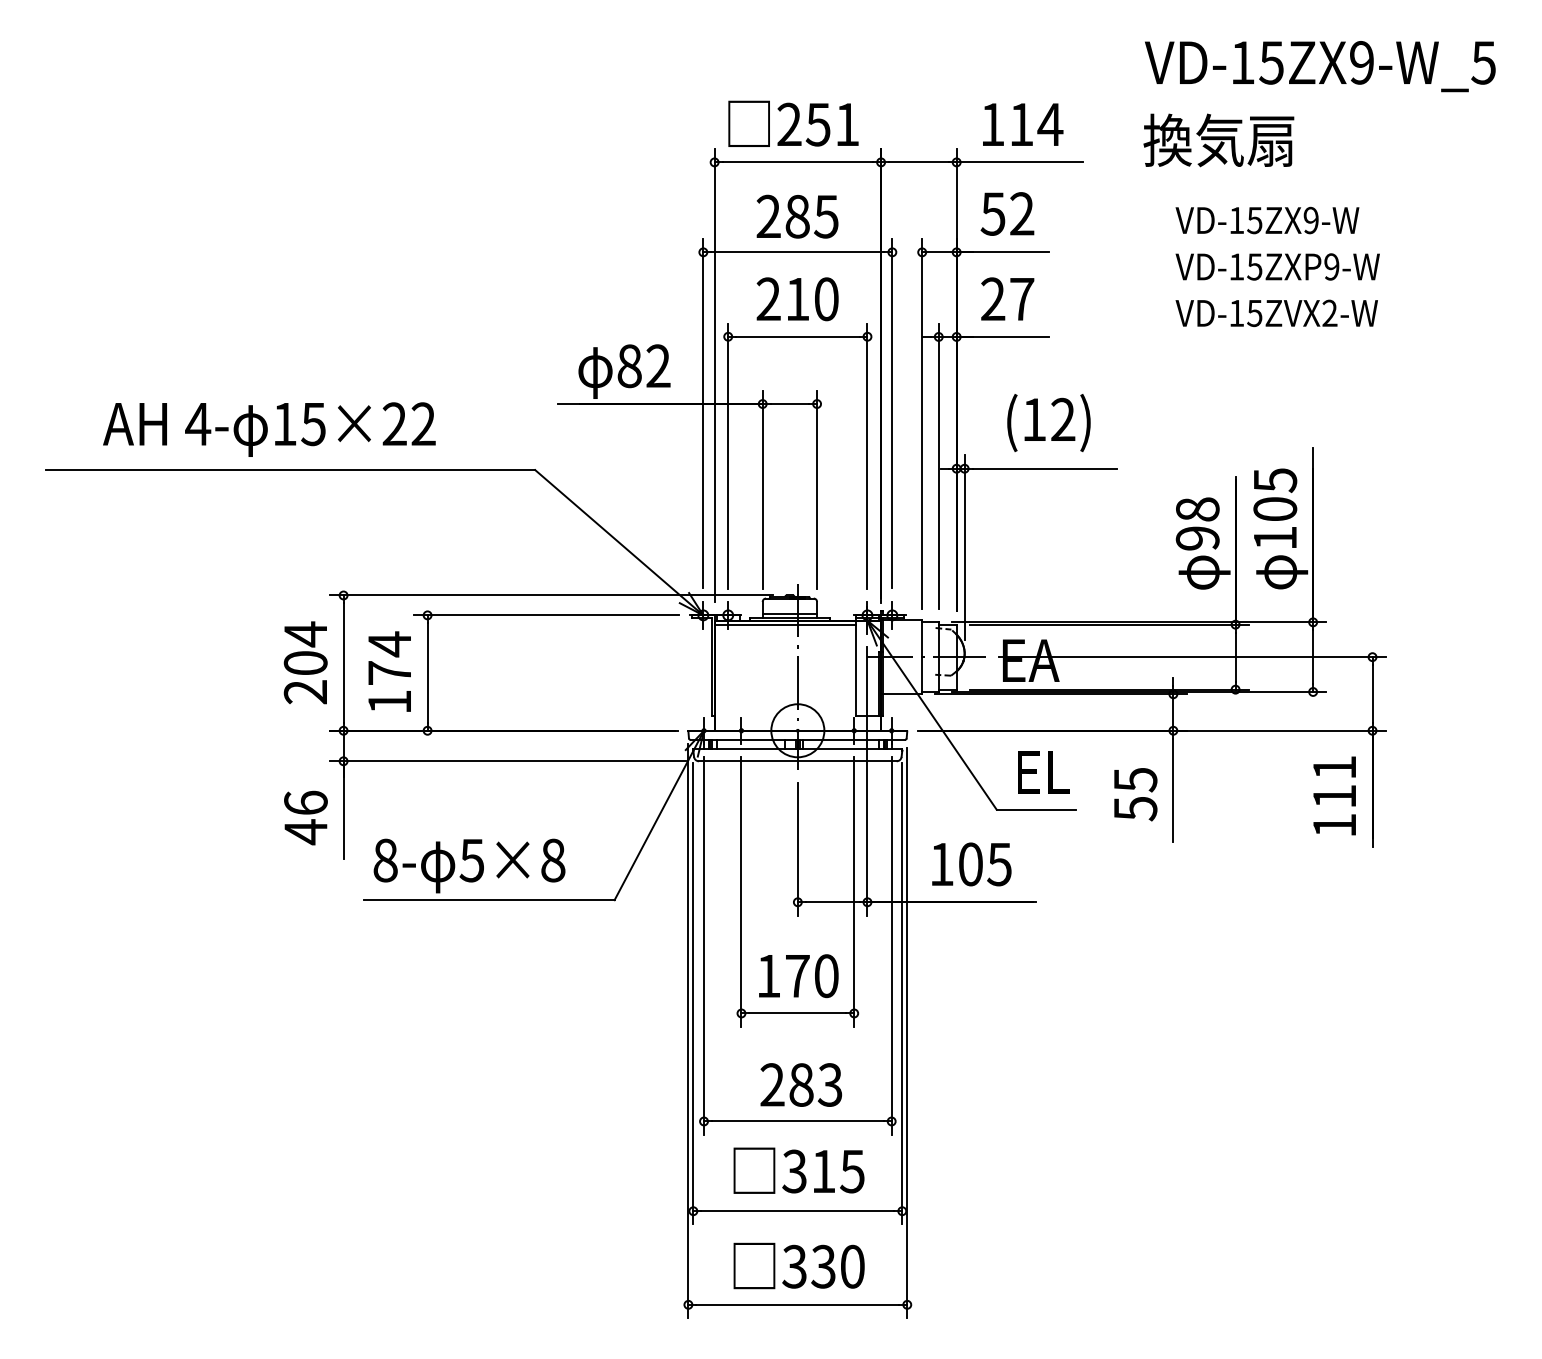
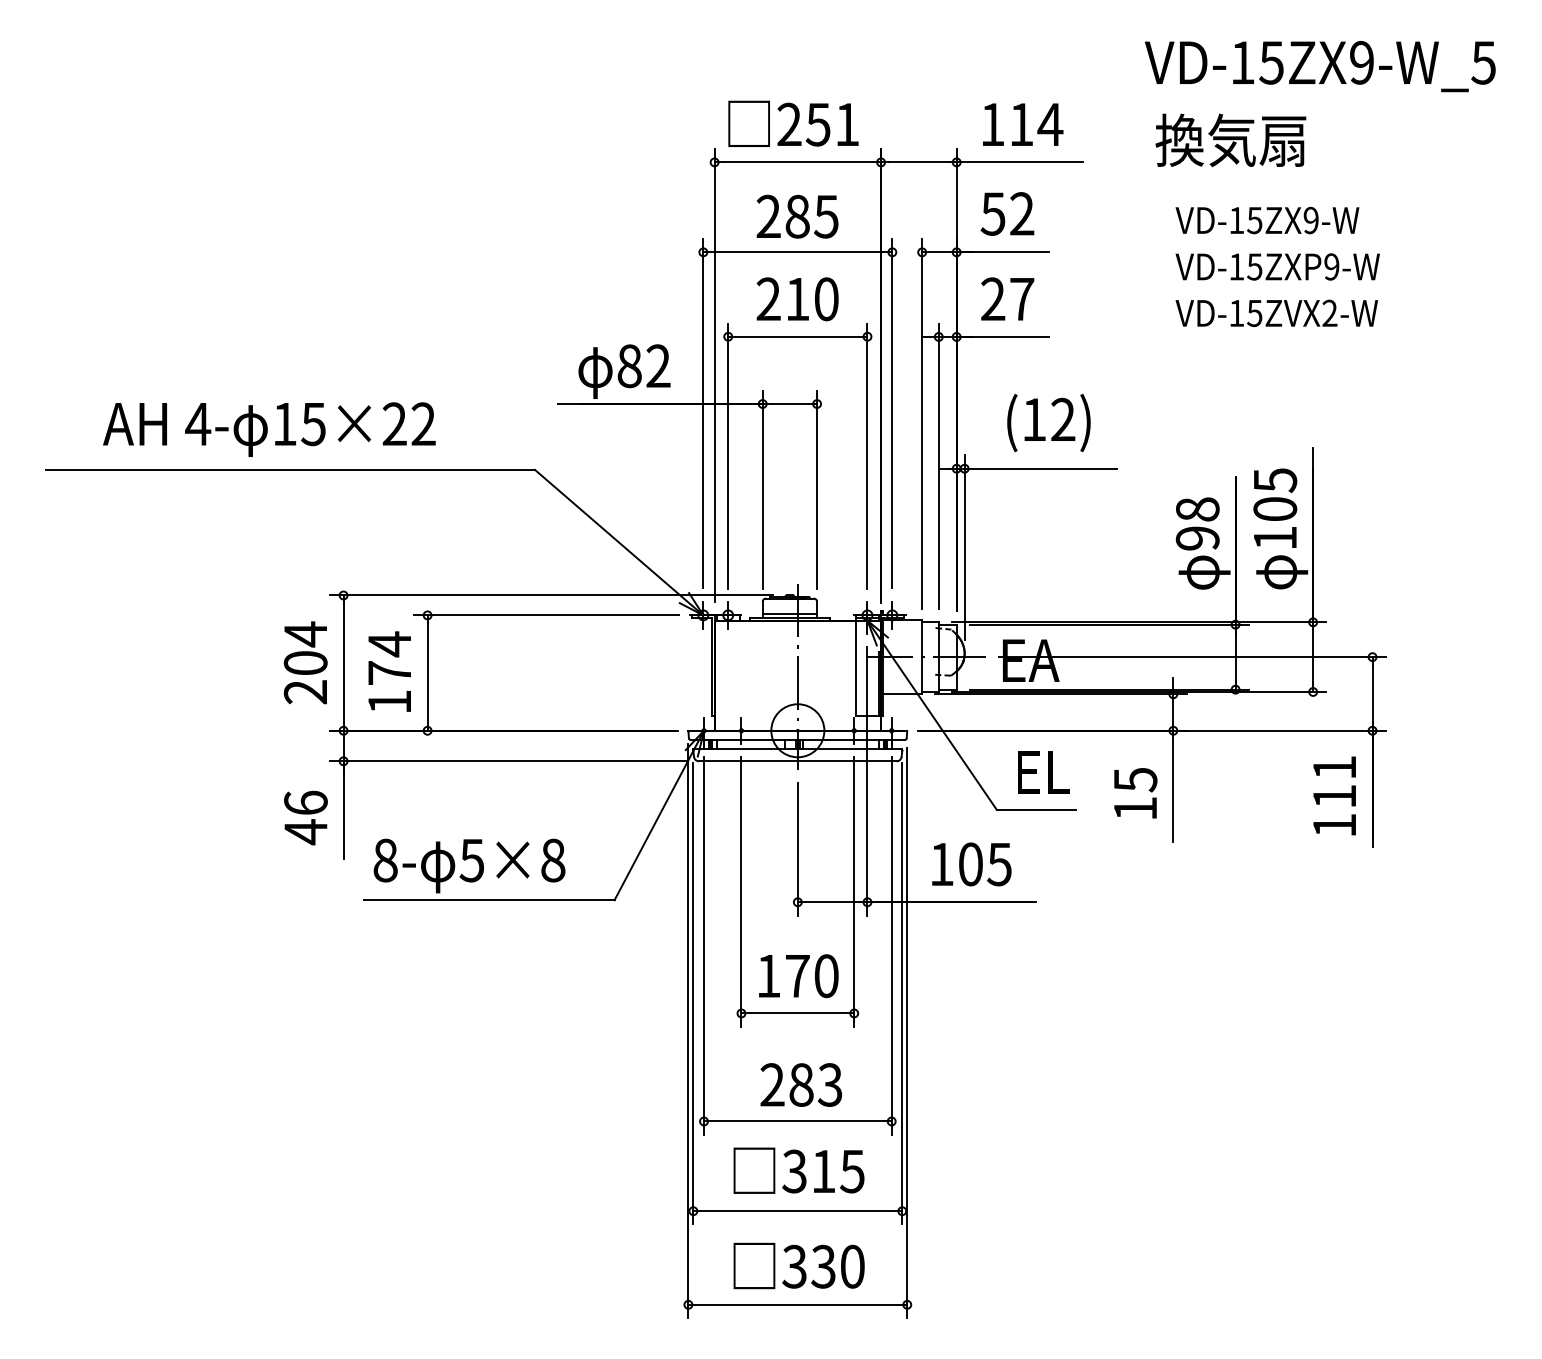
text at (1218, 140) position: (1218, 140) -> (1230, 140)
line at (784, 625): present -> none
text at (1135, 809): 55 -> 15
